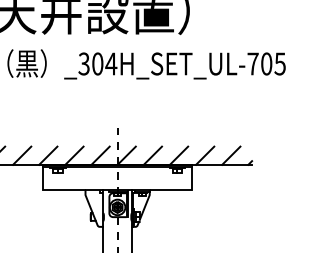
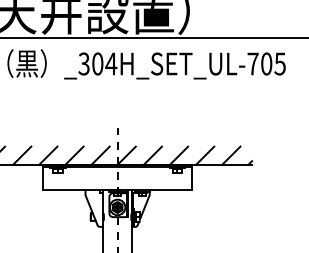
line at (153, 37): none -> present
